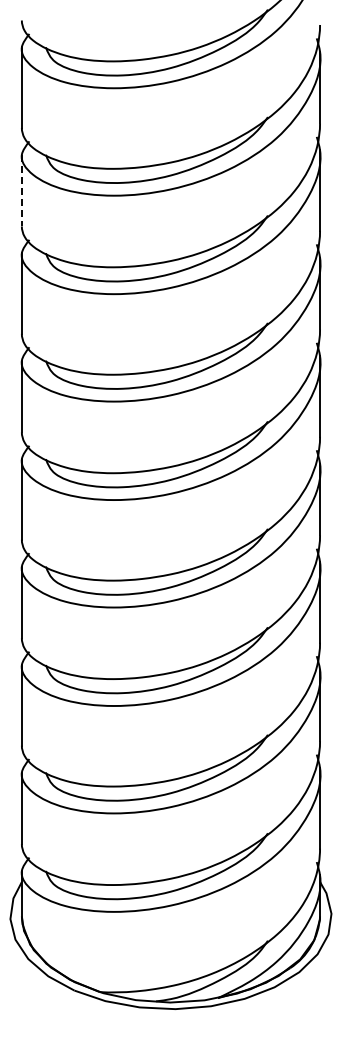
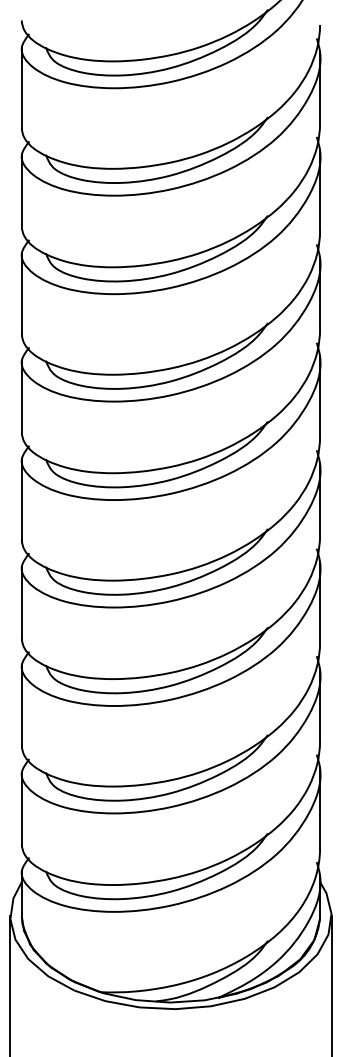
line at (21, 190): dashed -> solid
line at (10, 984): none -> present
line at (331, 984): none -> present
